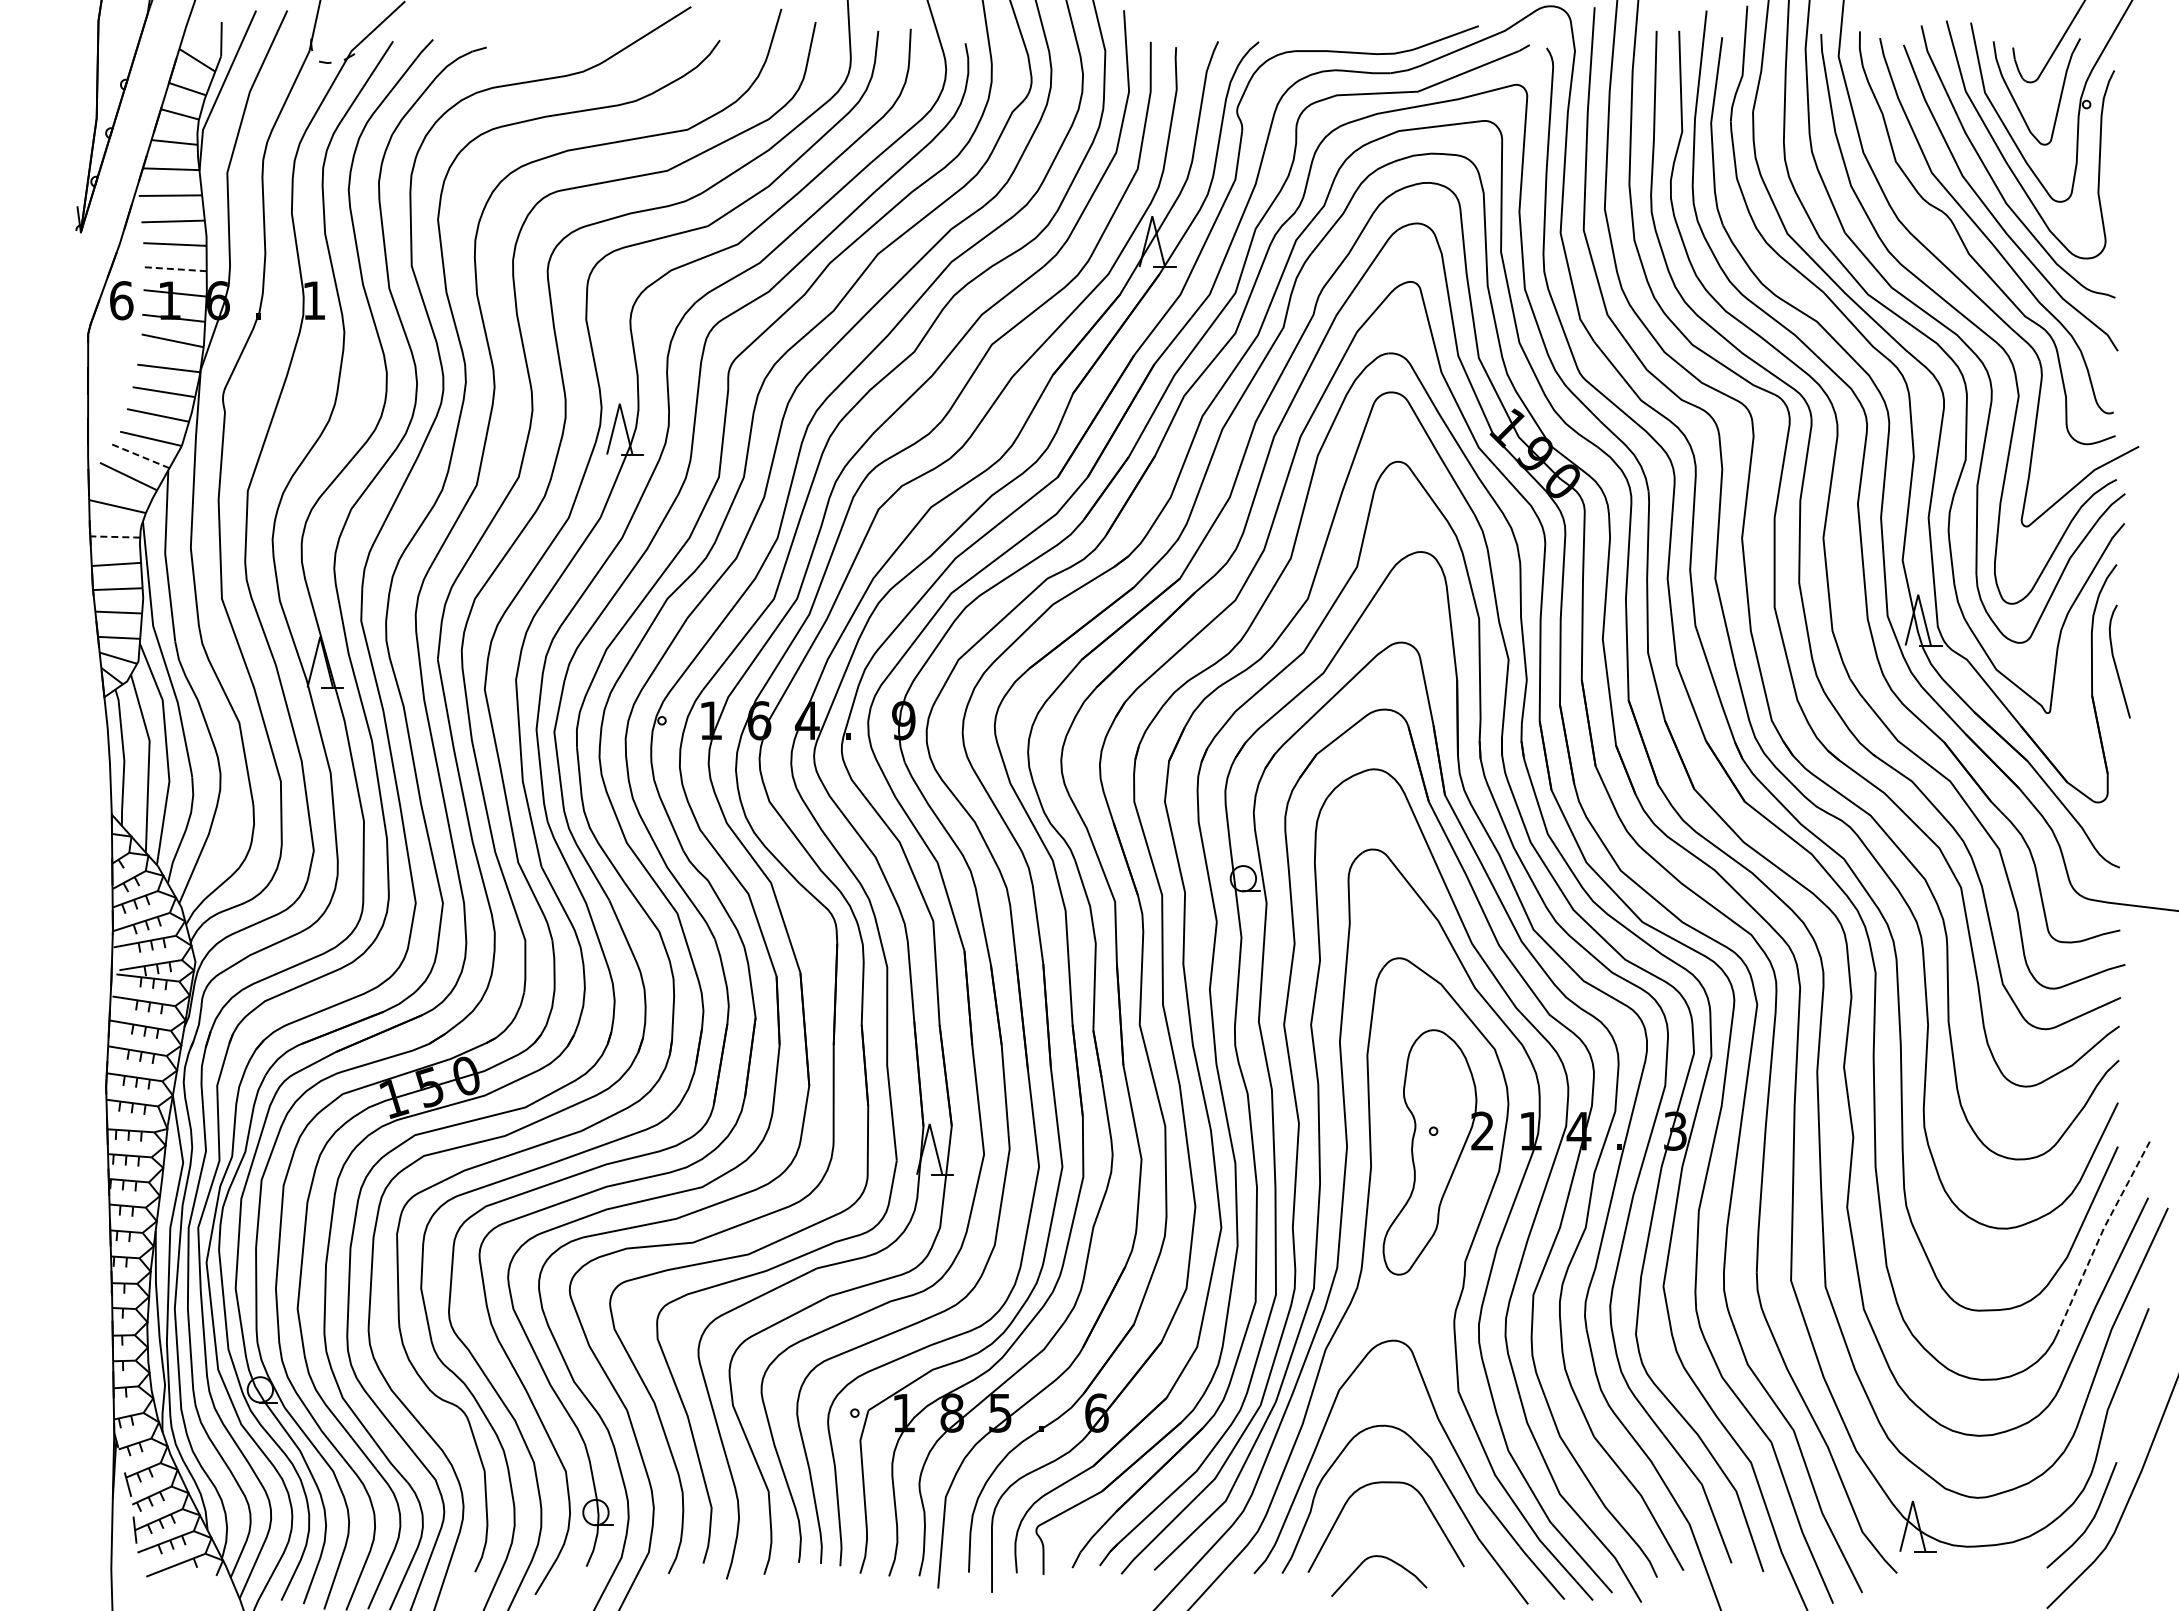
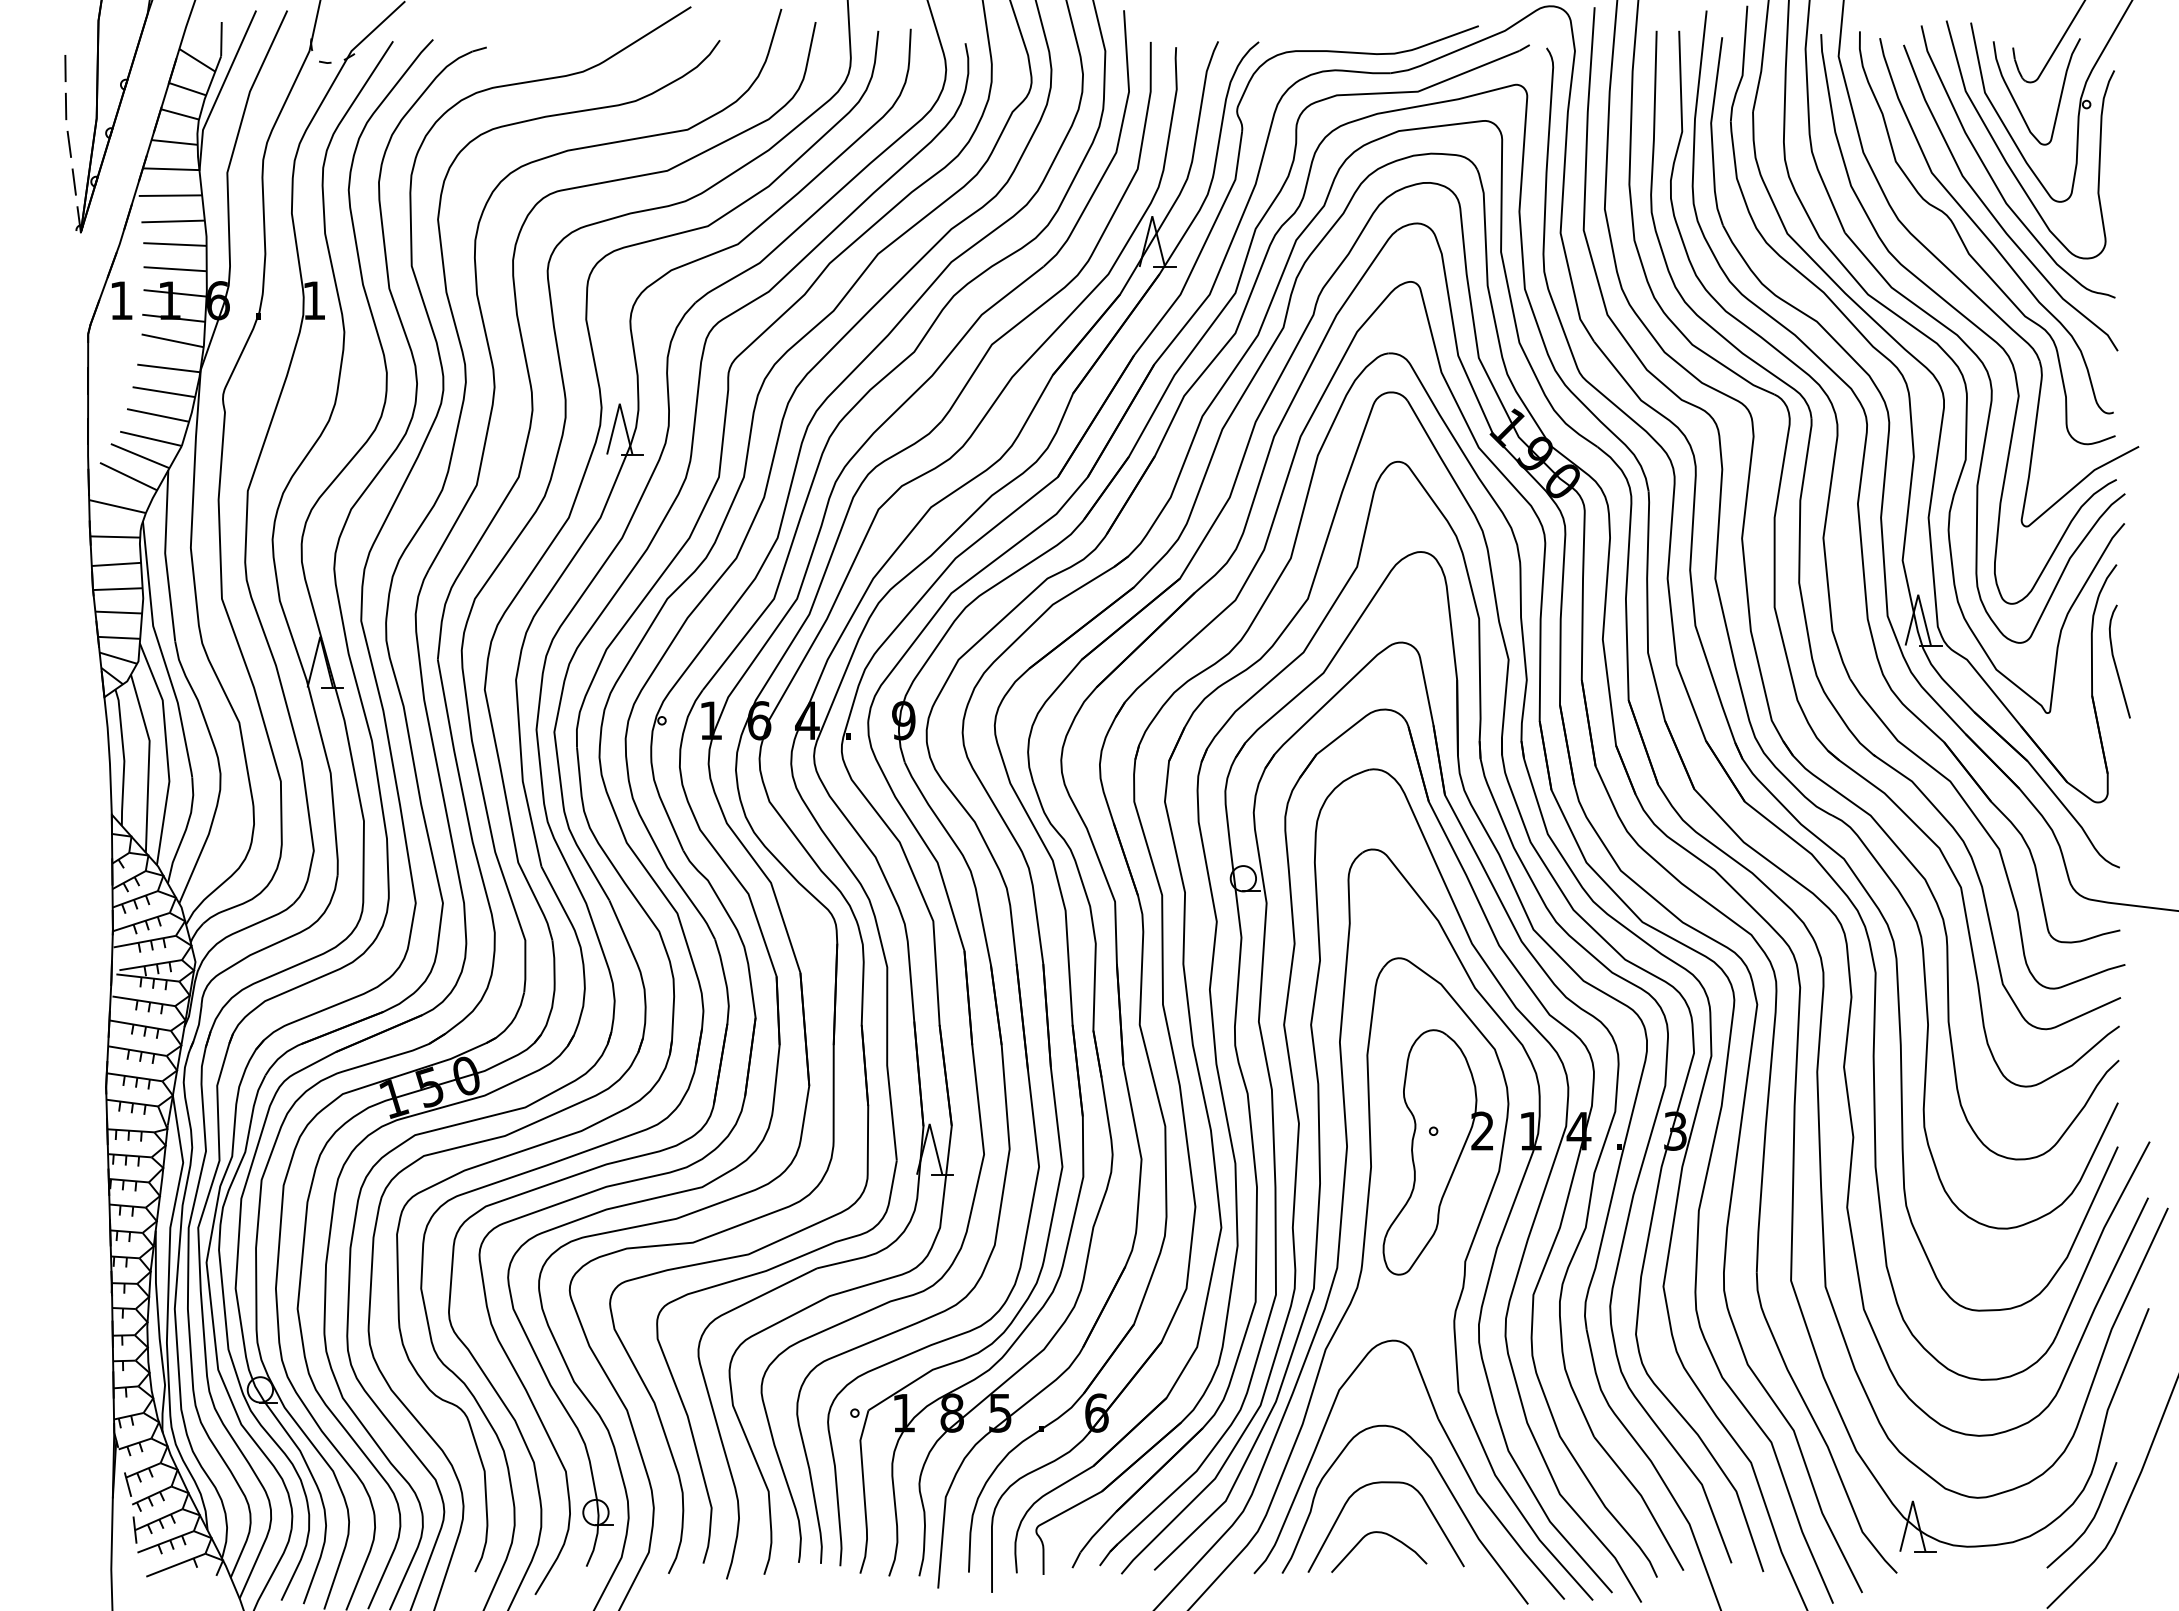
line at (65, 68): none -> present
line at (65, 106): none -> present
line at (69, 143): none -> present
line at (73, 181): none -> present
line at (175, 269): dashed -> solid
text at (121, 300): 6 -> 1
line at (140, 456): dashed -> solid
line at (114, 536): dashed -> solid
line at (2100, 1236): dashed -> solid
curve at (1384, 1558) position: (1384, 1558) -> (1384, 1534)
